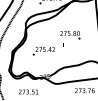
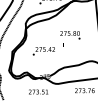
text at (28, 91) position: (28, 91) -> (38, 91)
